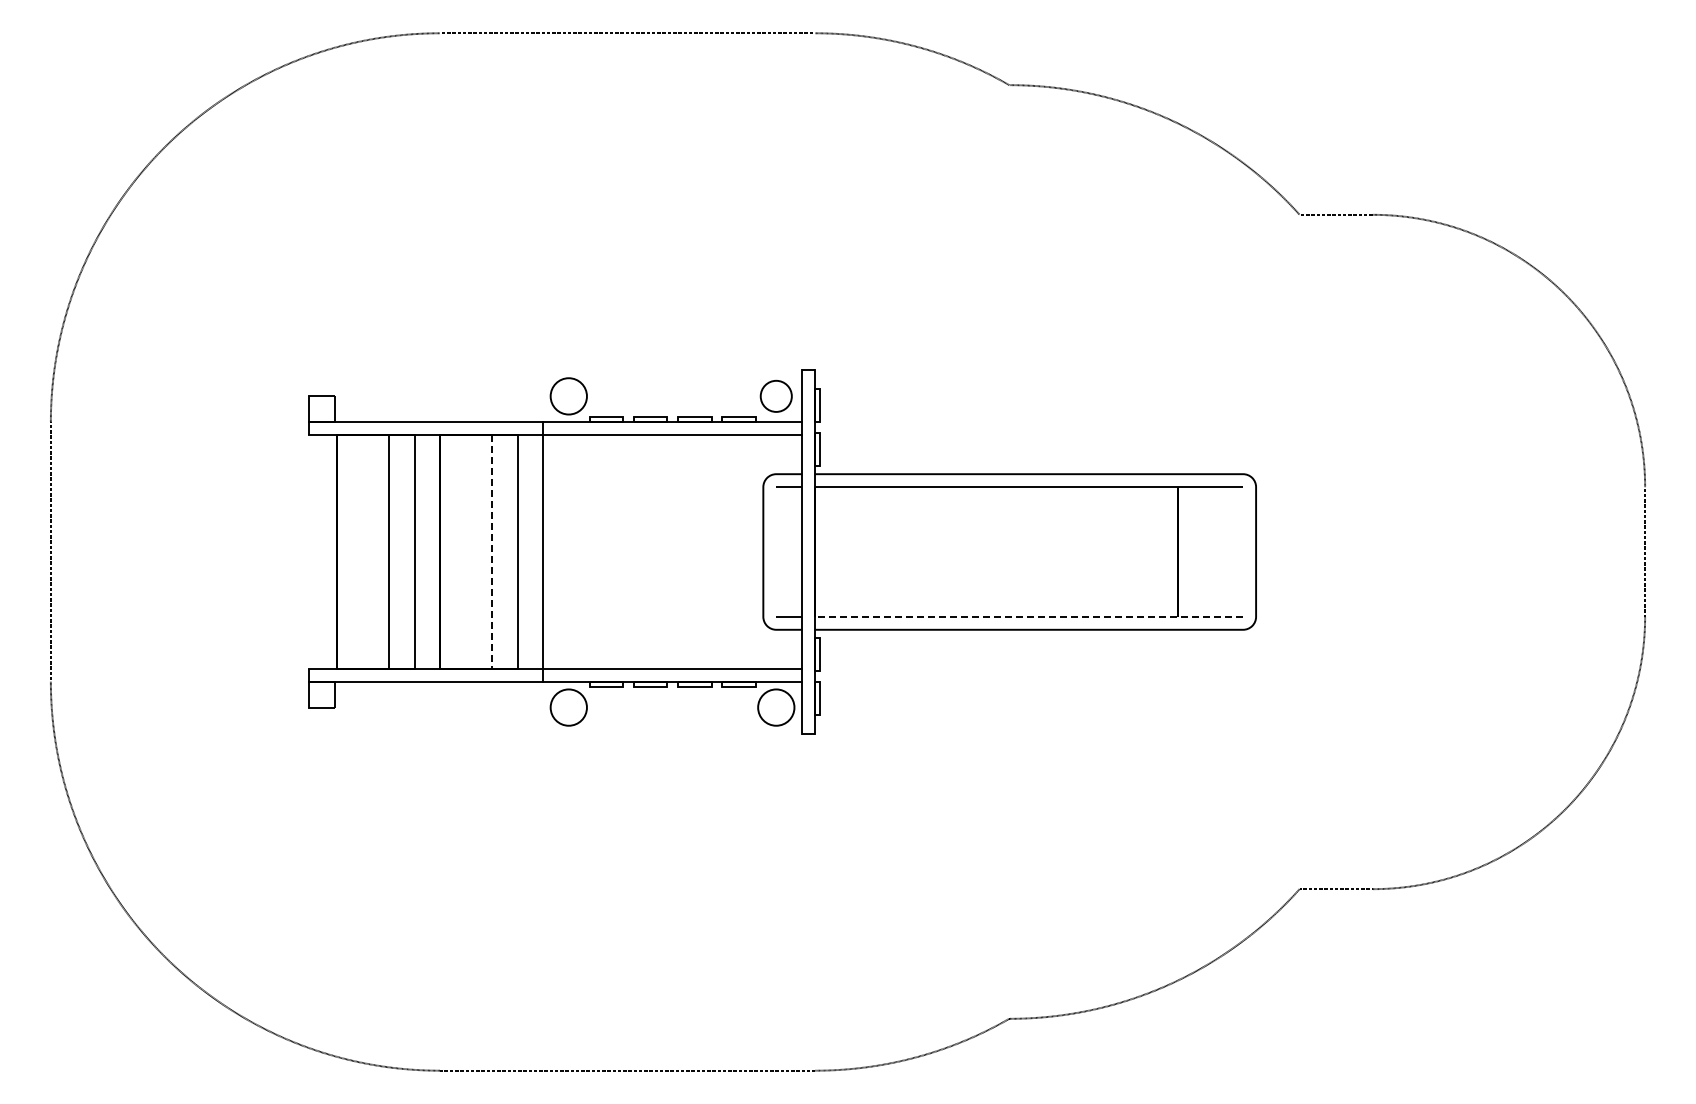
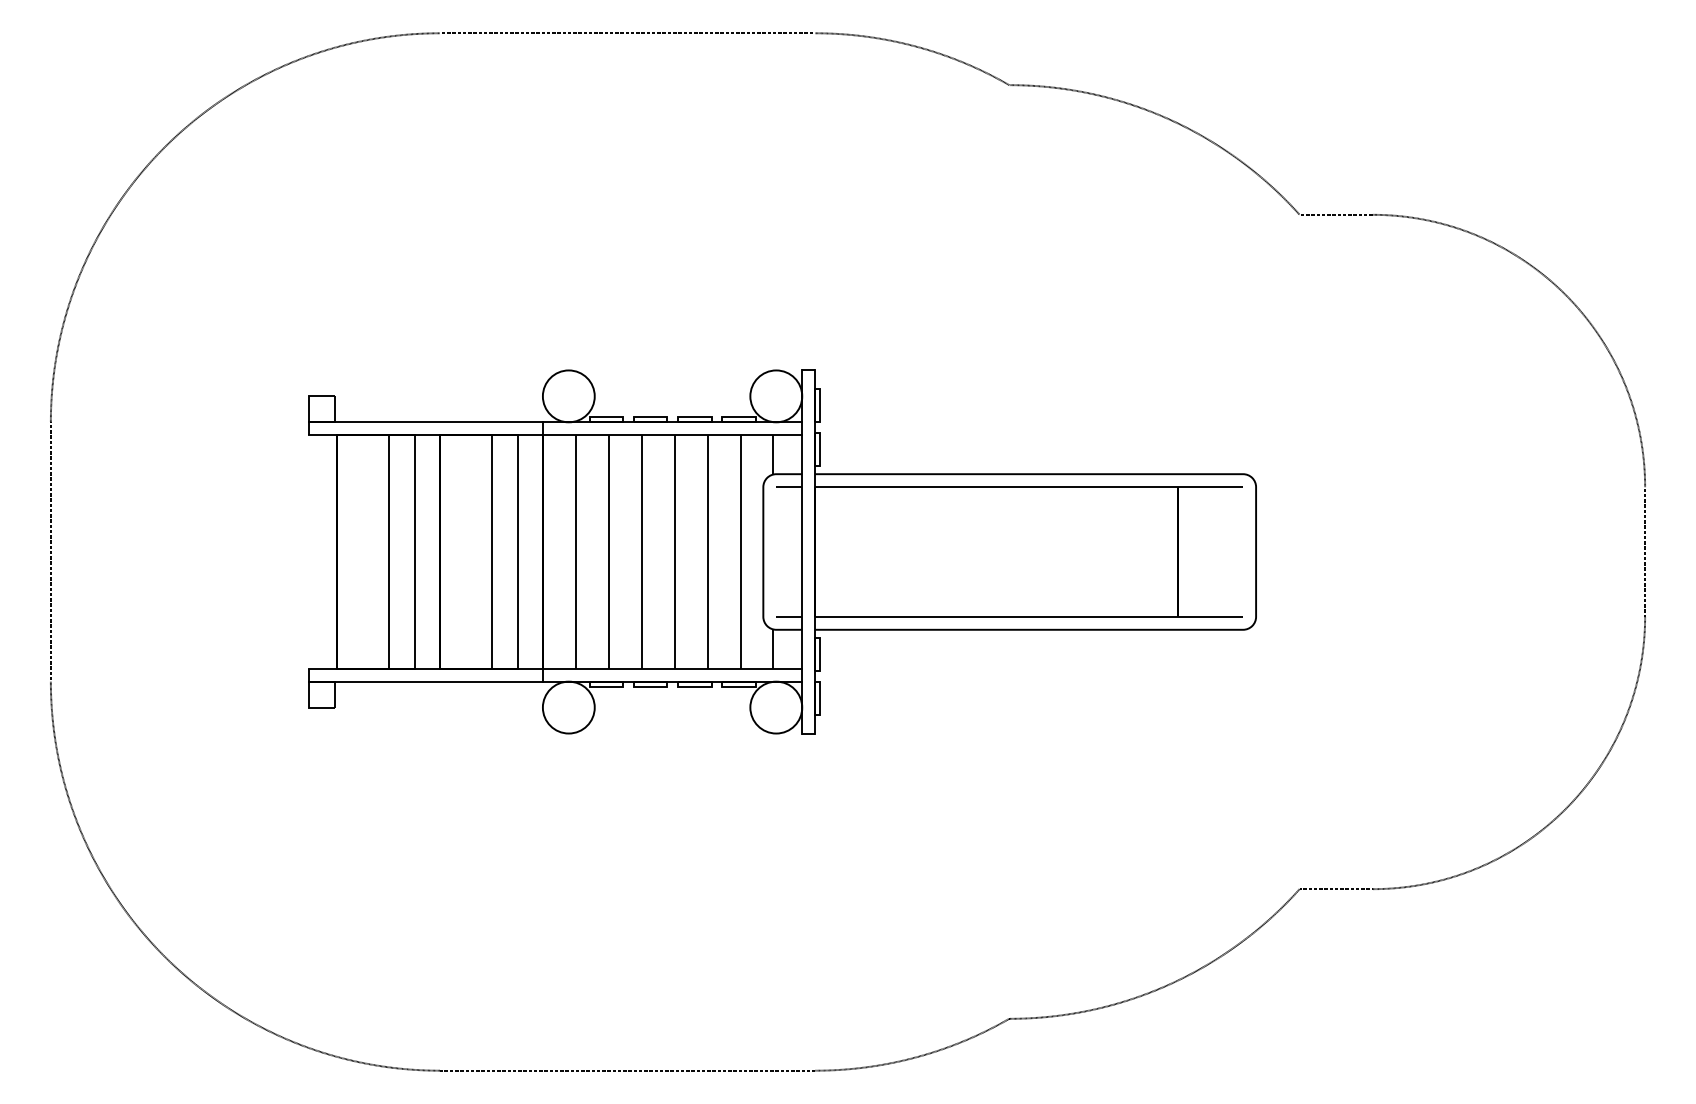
circle at (775, 395) diameter: 31 px -> 52 px
circle at (568, 396) diameter: 36 px -> 52 px
hatch at (657, 551): none -> present
line at (491, 552): dashed -> solid
line at (1029, 616): dashed -> solid
circle at (568, 707) diameter: 36 px -> 52 px
circle at (776, 707) diameter: 36 px -> 52 px
